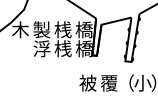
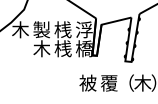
text at (83, 29): 橋 -> 浮
text at (41, 48): 浮 -> 木
text at (142, 82): 小 -> 木
